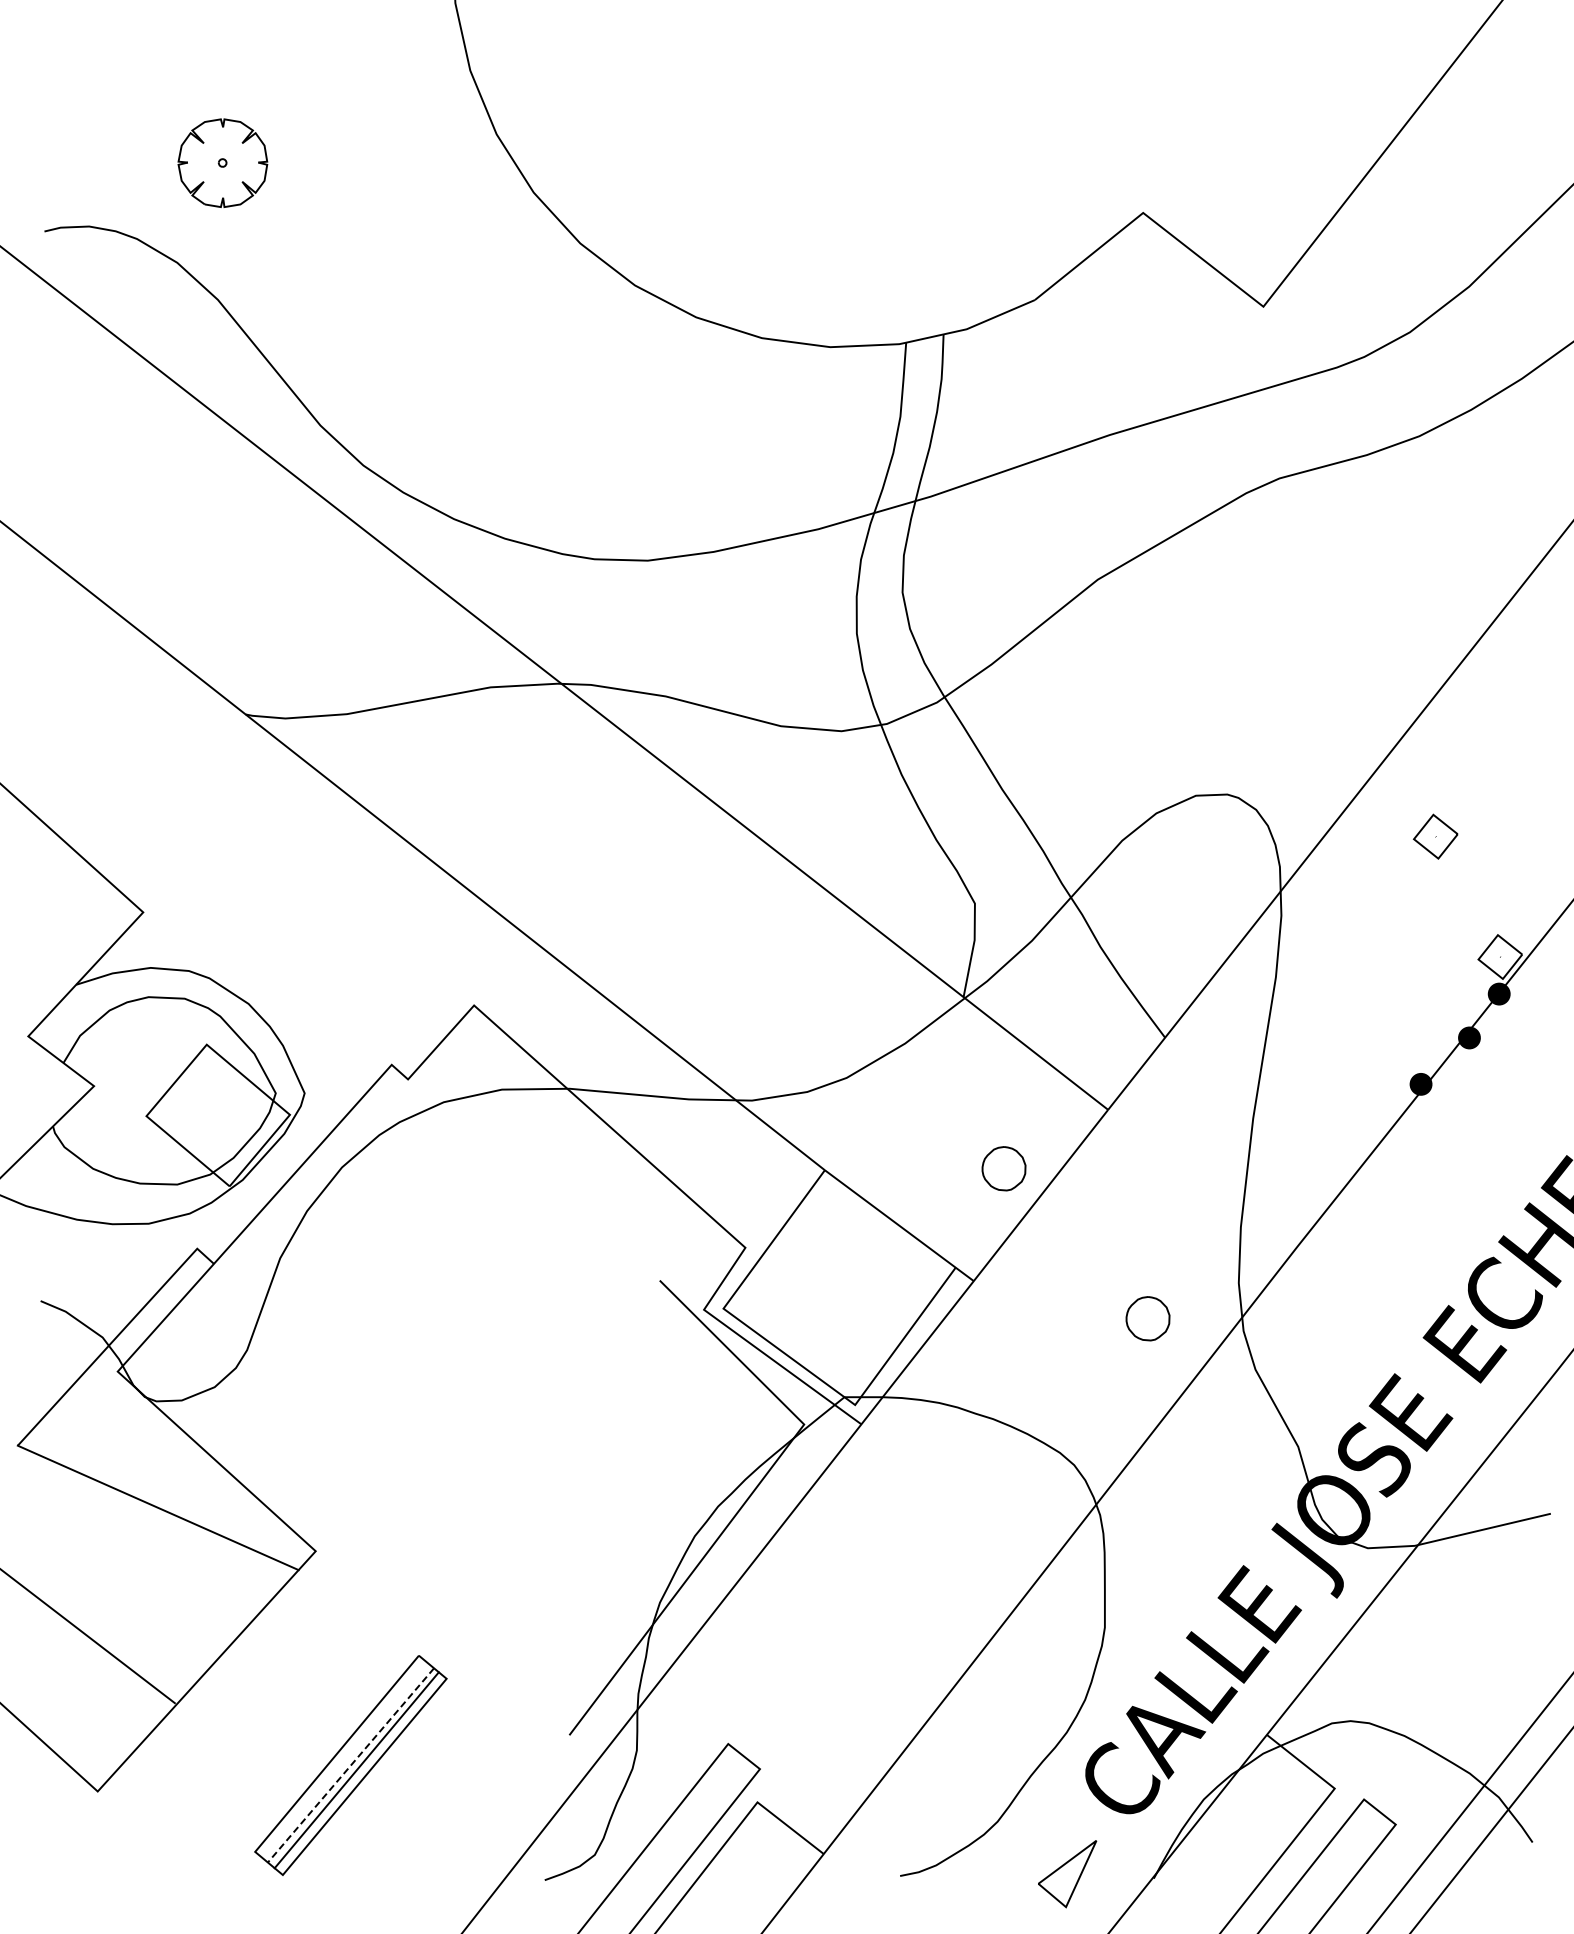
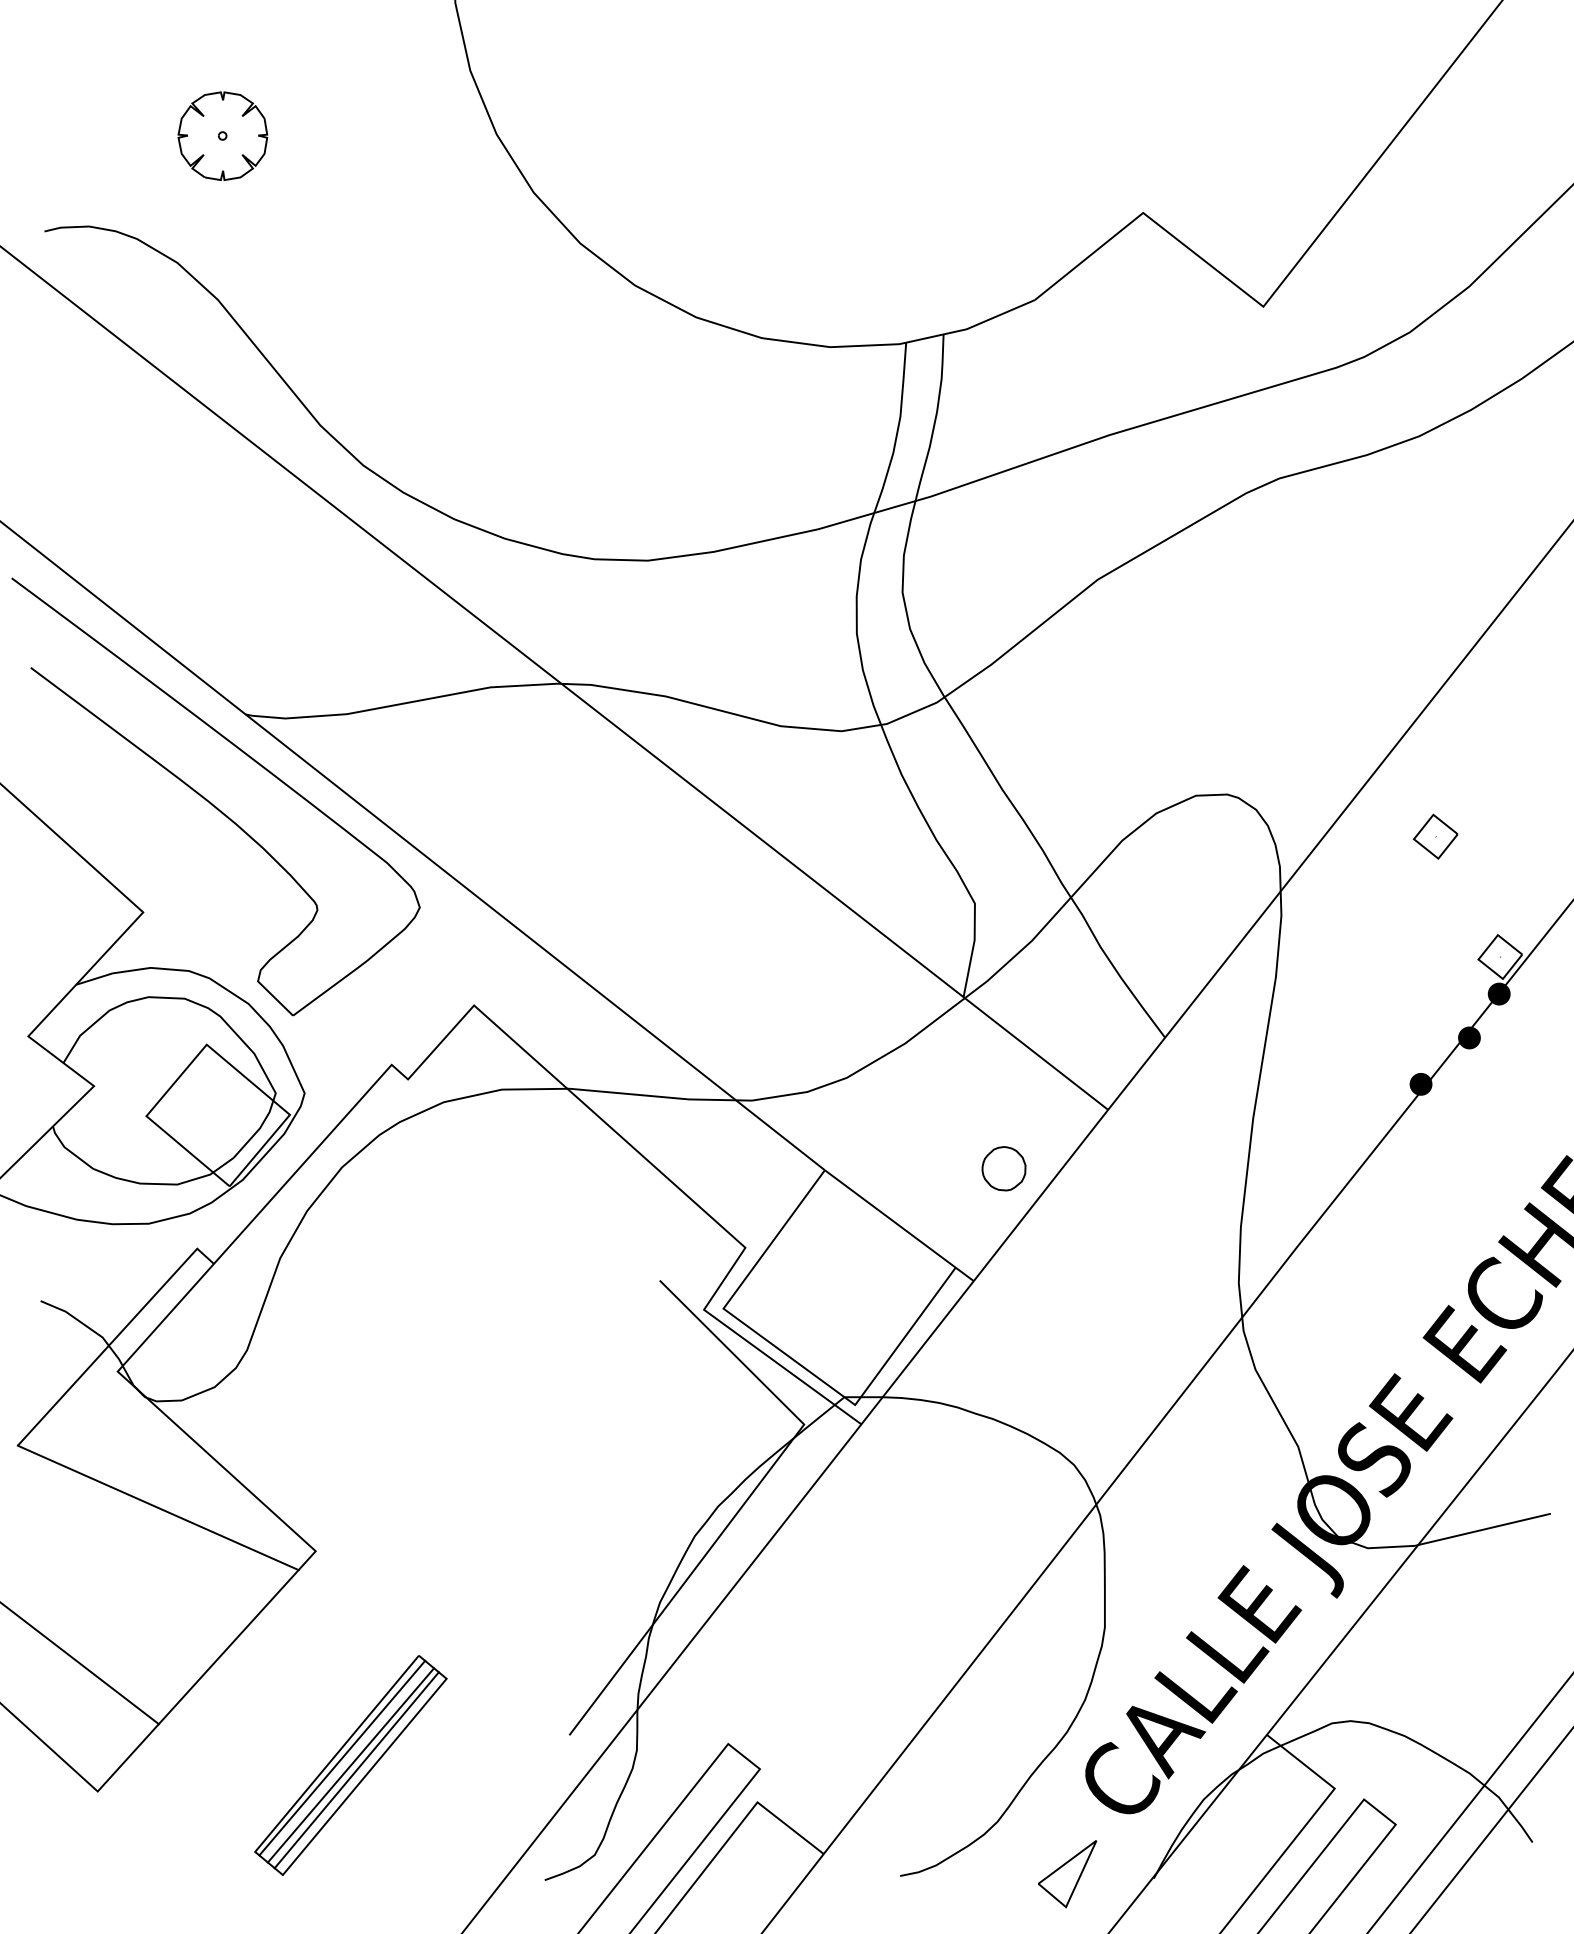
part at (222, 162) position: (222, 162) -> (222, 135)
part at (210, 801): none -> present
part at (1147, 1318): present -> none
line at (88, 1636) position: (88, 1636) -> (80, 1663)
line at (342, 1757): none -> present
line at (350, 1765): dashed -> solid
